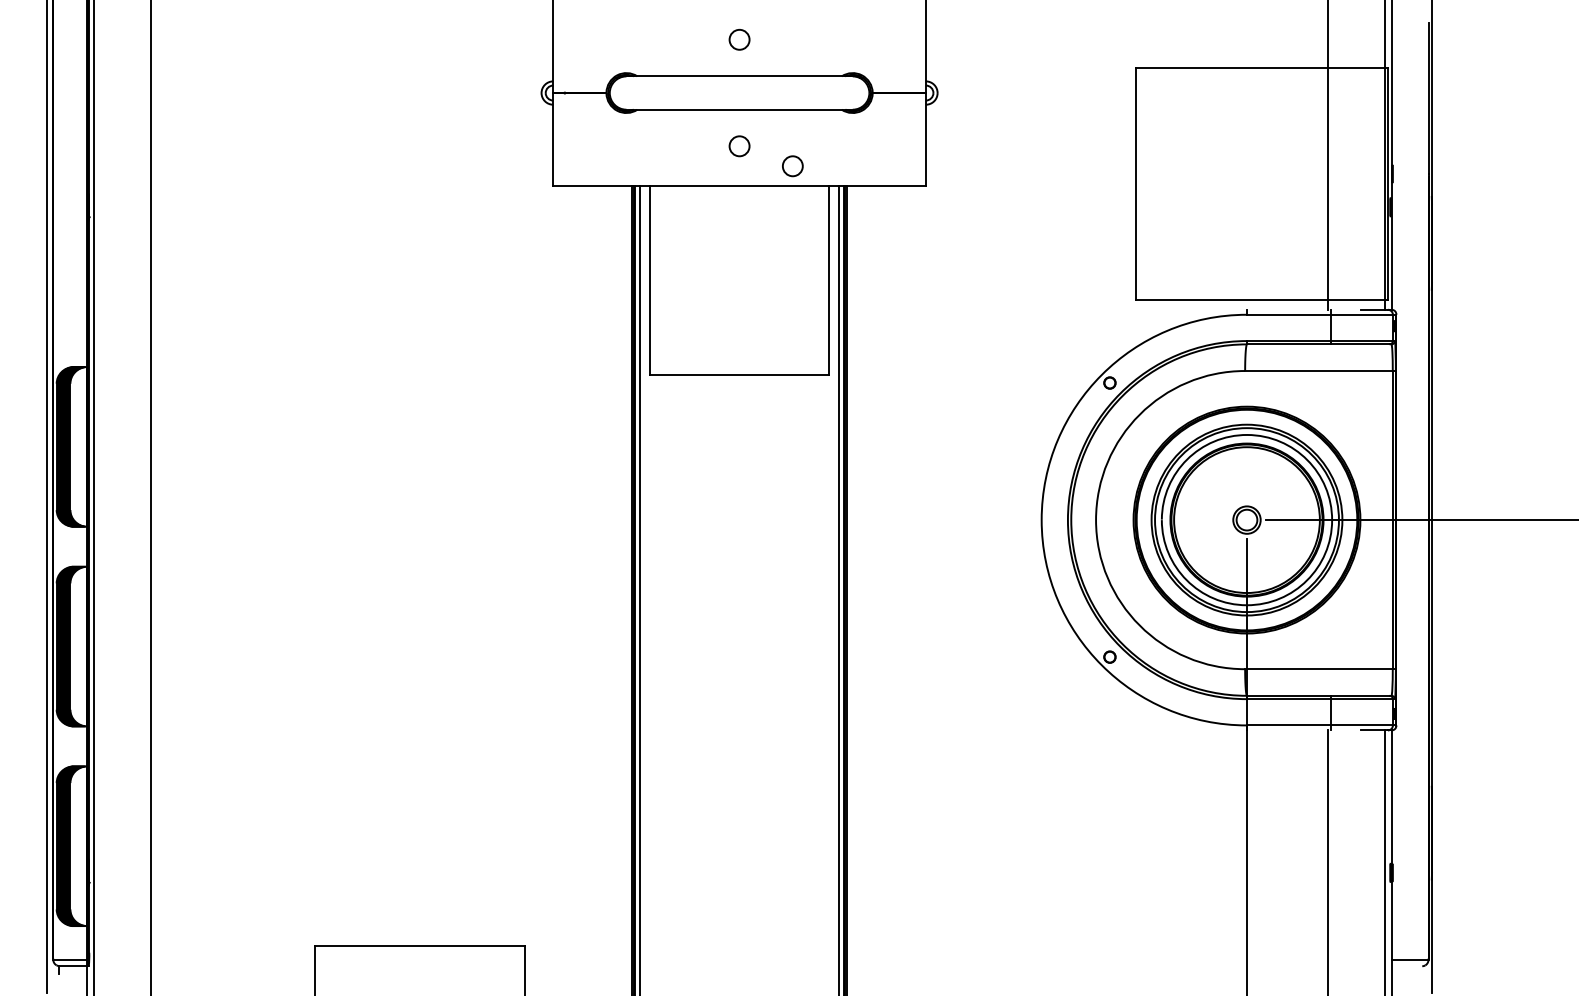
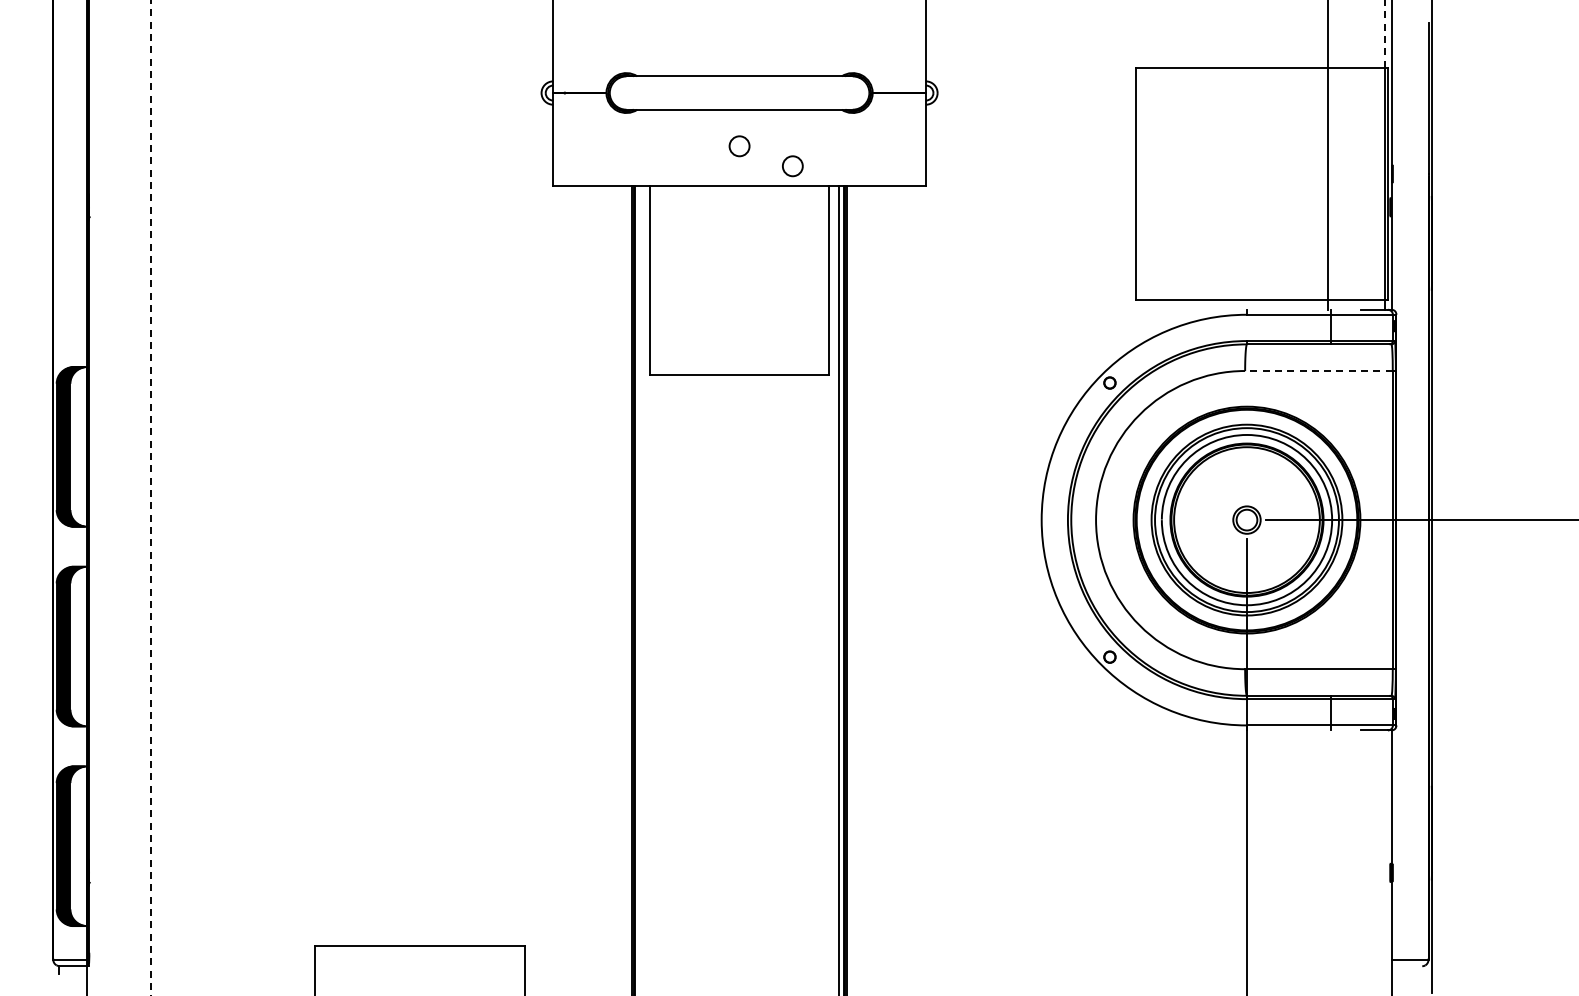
line at (1384, 33): solid -> dashed
circle at (739, 39): present -> none
line at (1318, 371): solid -> dashed
line at (47, 497): present -> none
line at (94, 497): present -> none
line at (151, 497): solid -> dashed
line at (640, 589): present -> none
line at (1327, 860): present -> none
line at (1384, 861): present -> none
